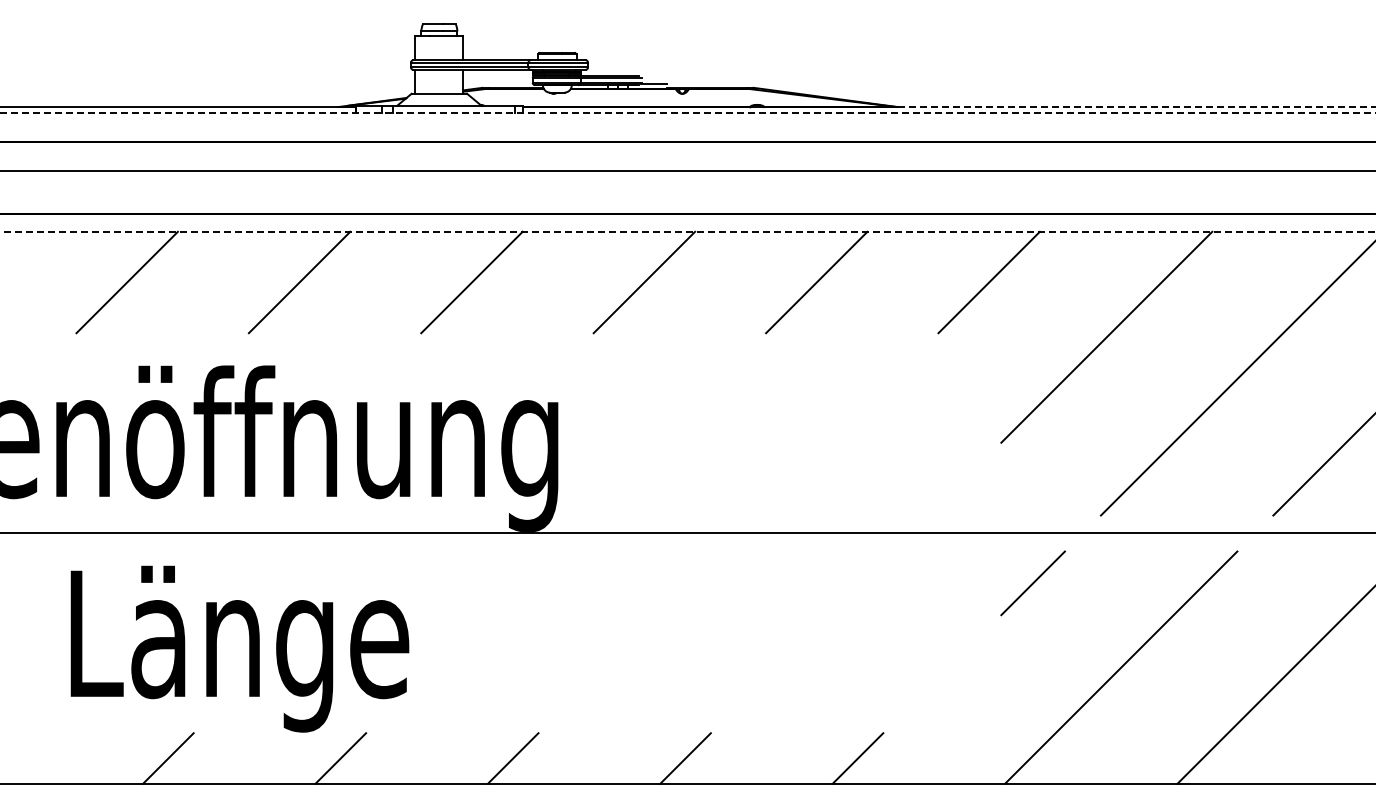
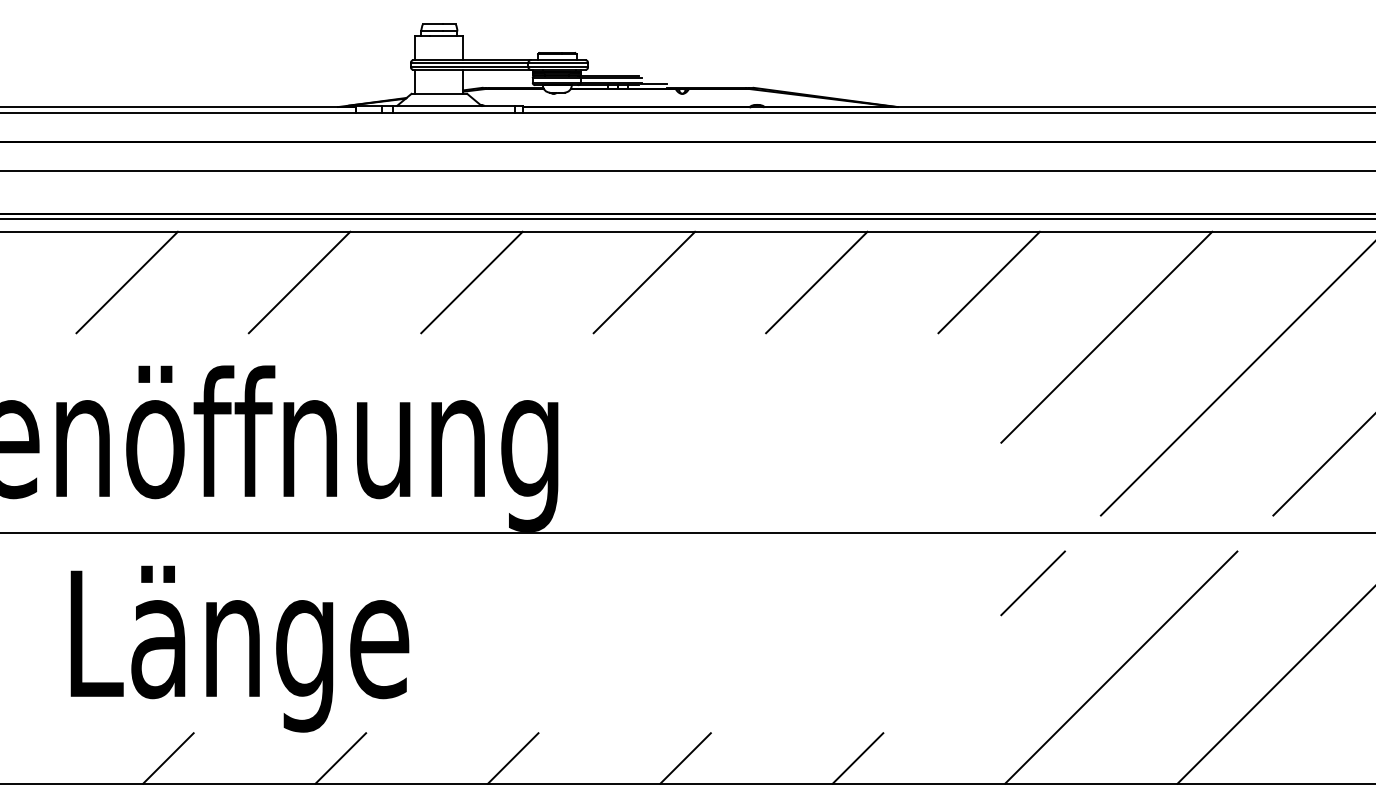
line at (1136, 107): dashed -> solid
line at (687, 113): dashed -> solid
line at (687, 218): none -> present
line at (688, 231): dashed -> solid
